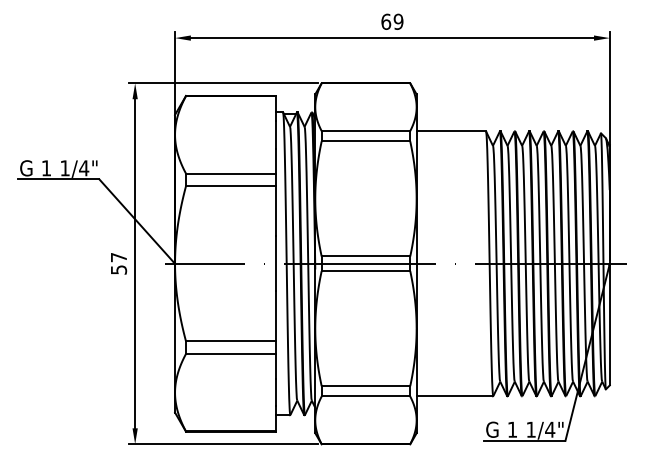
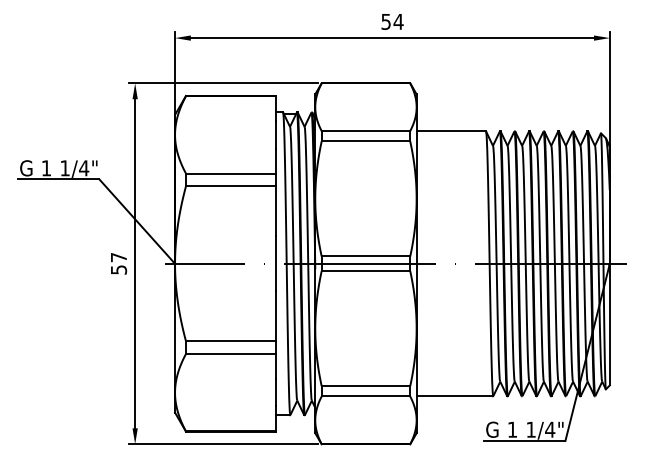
text at (392, 21): 69 -> 54
